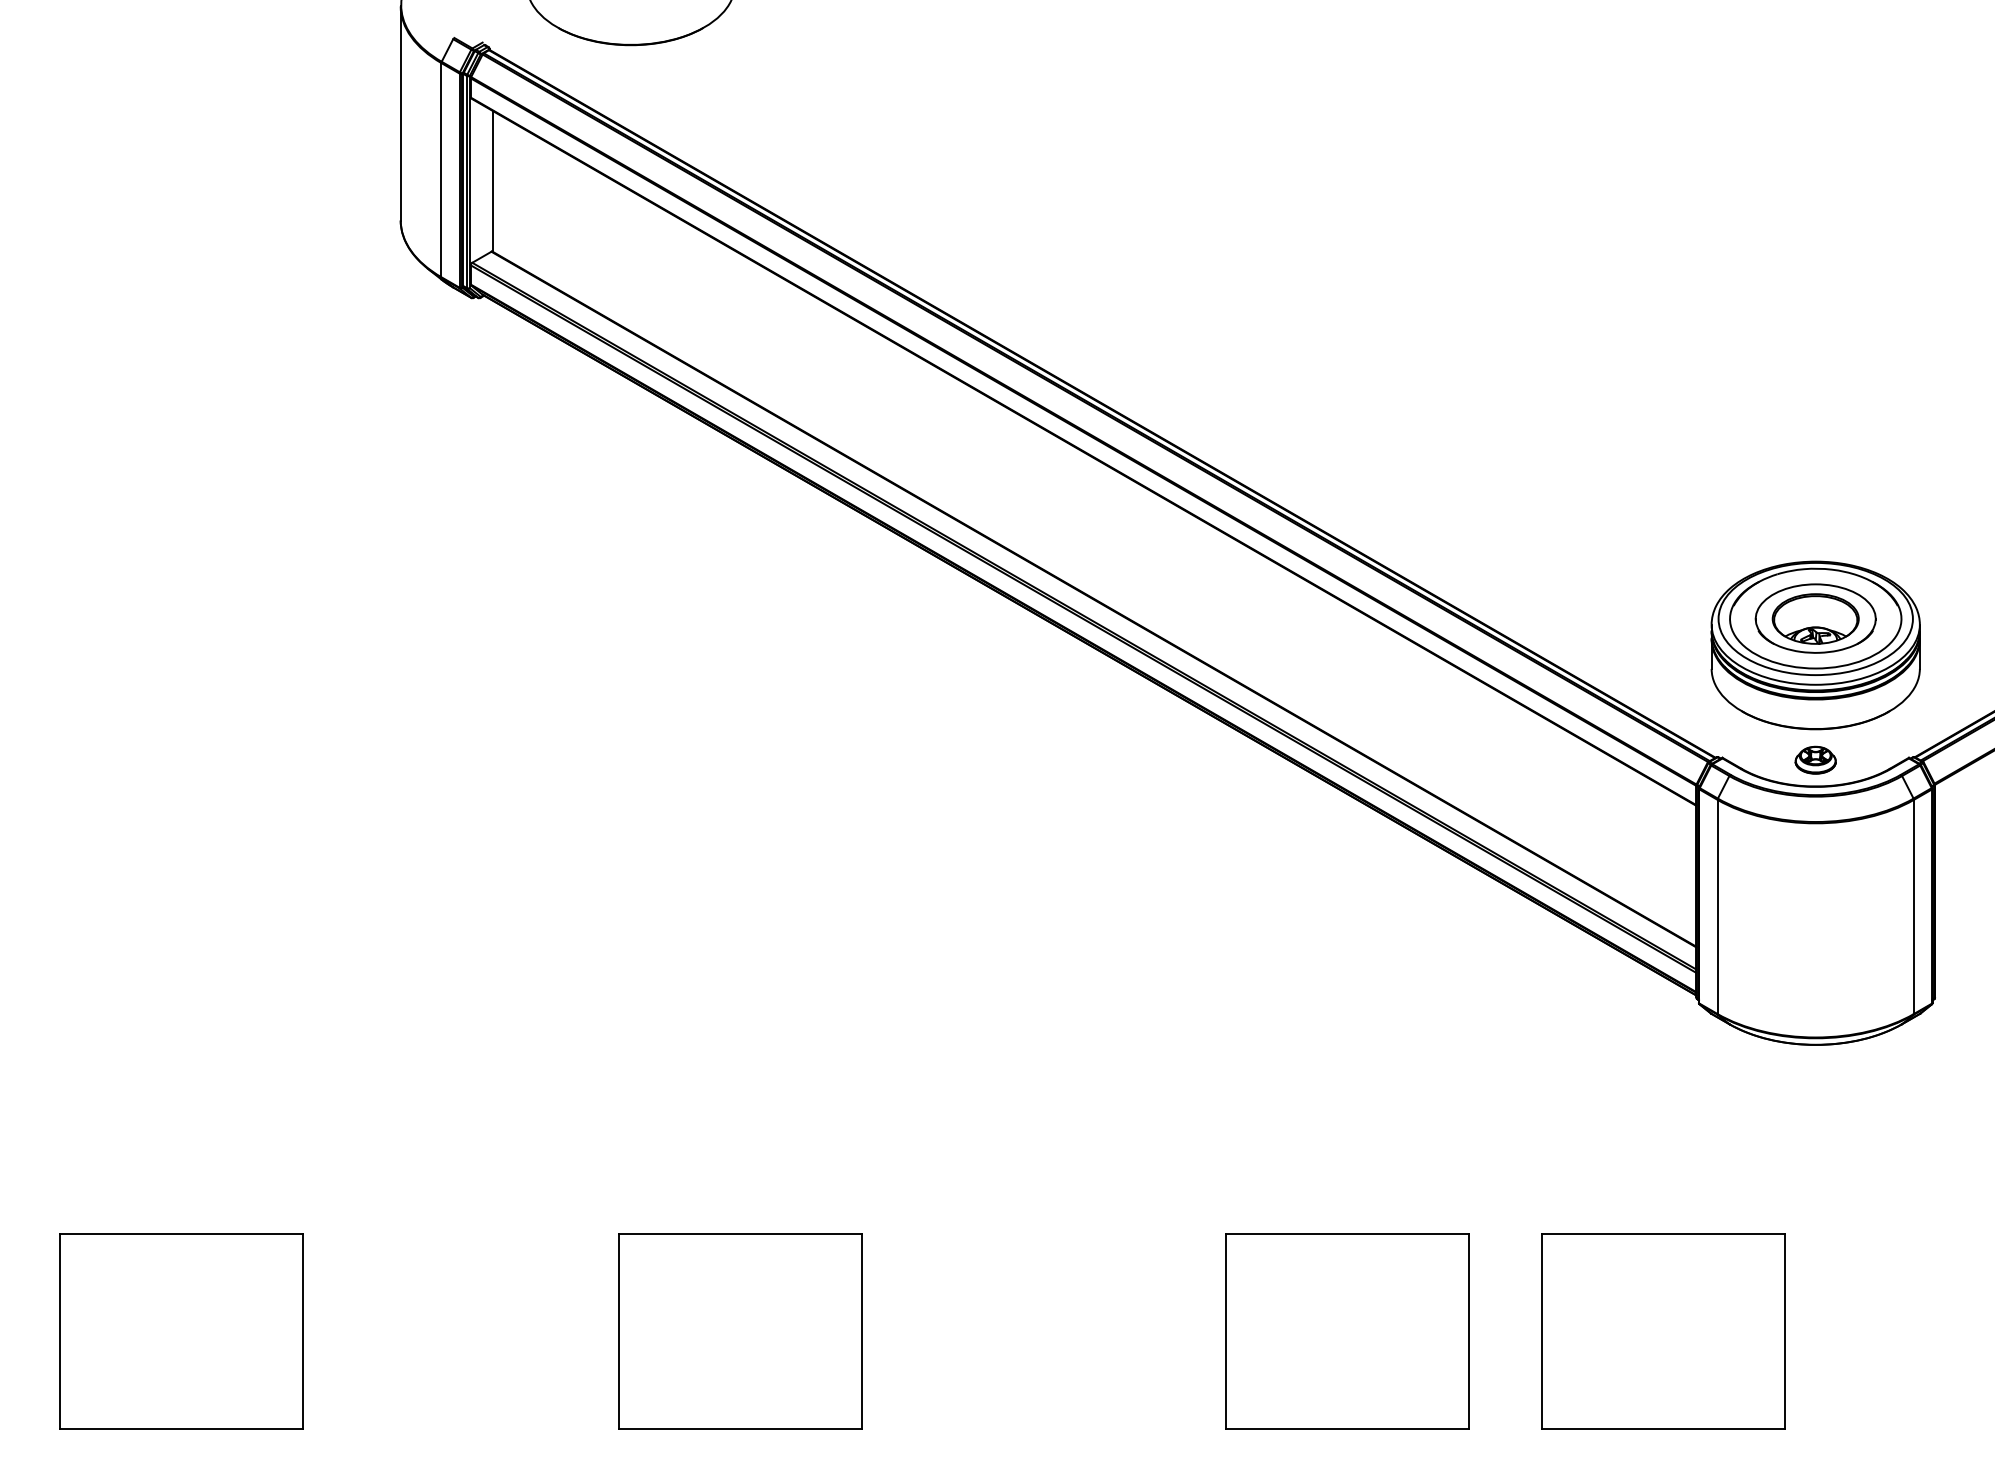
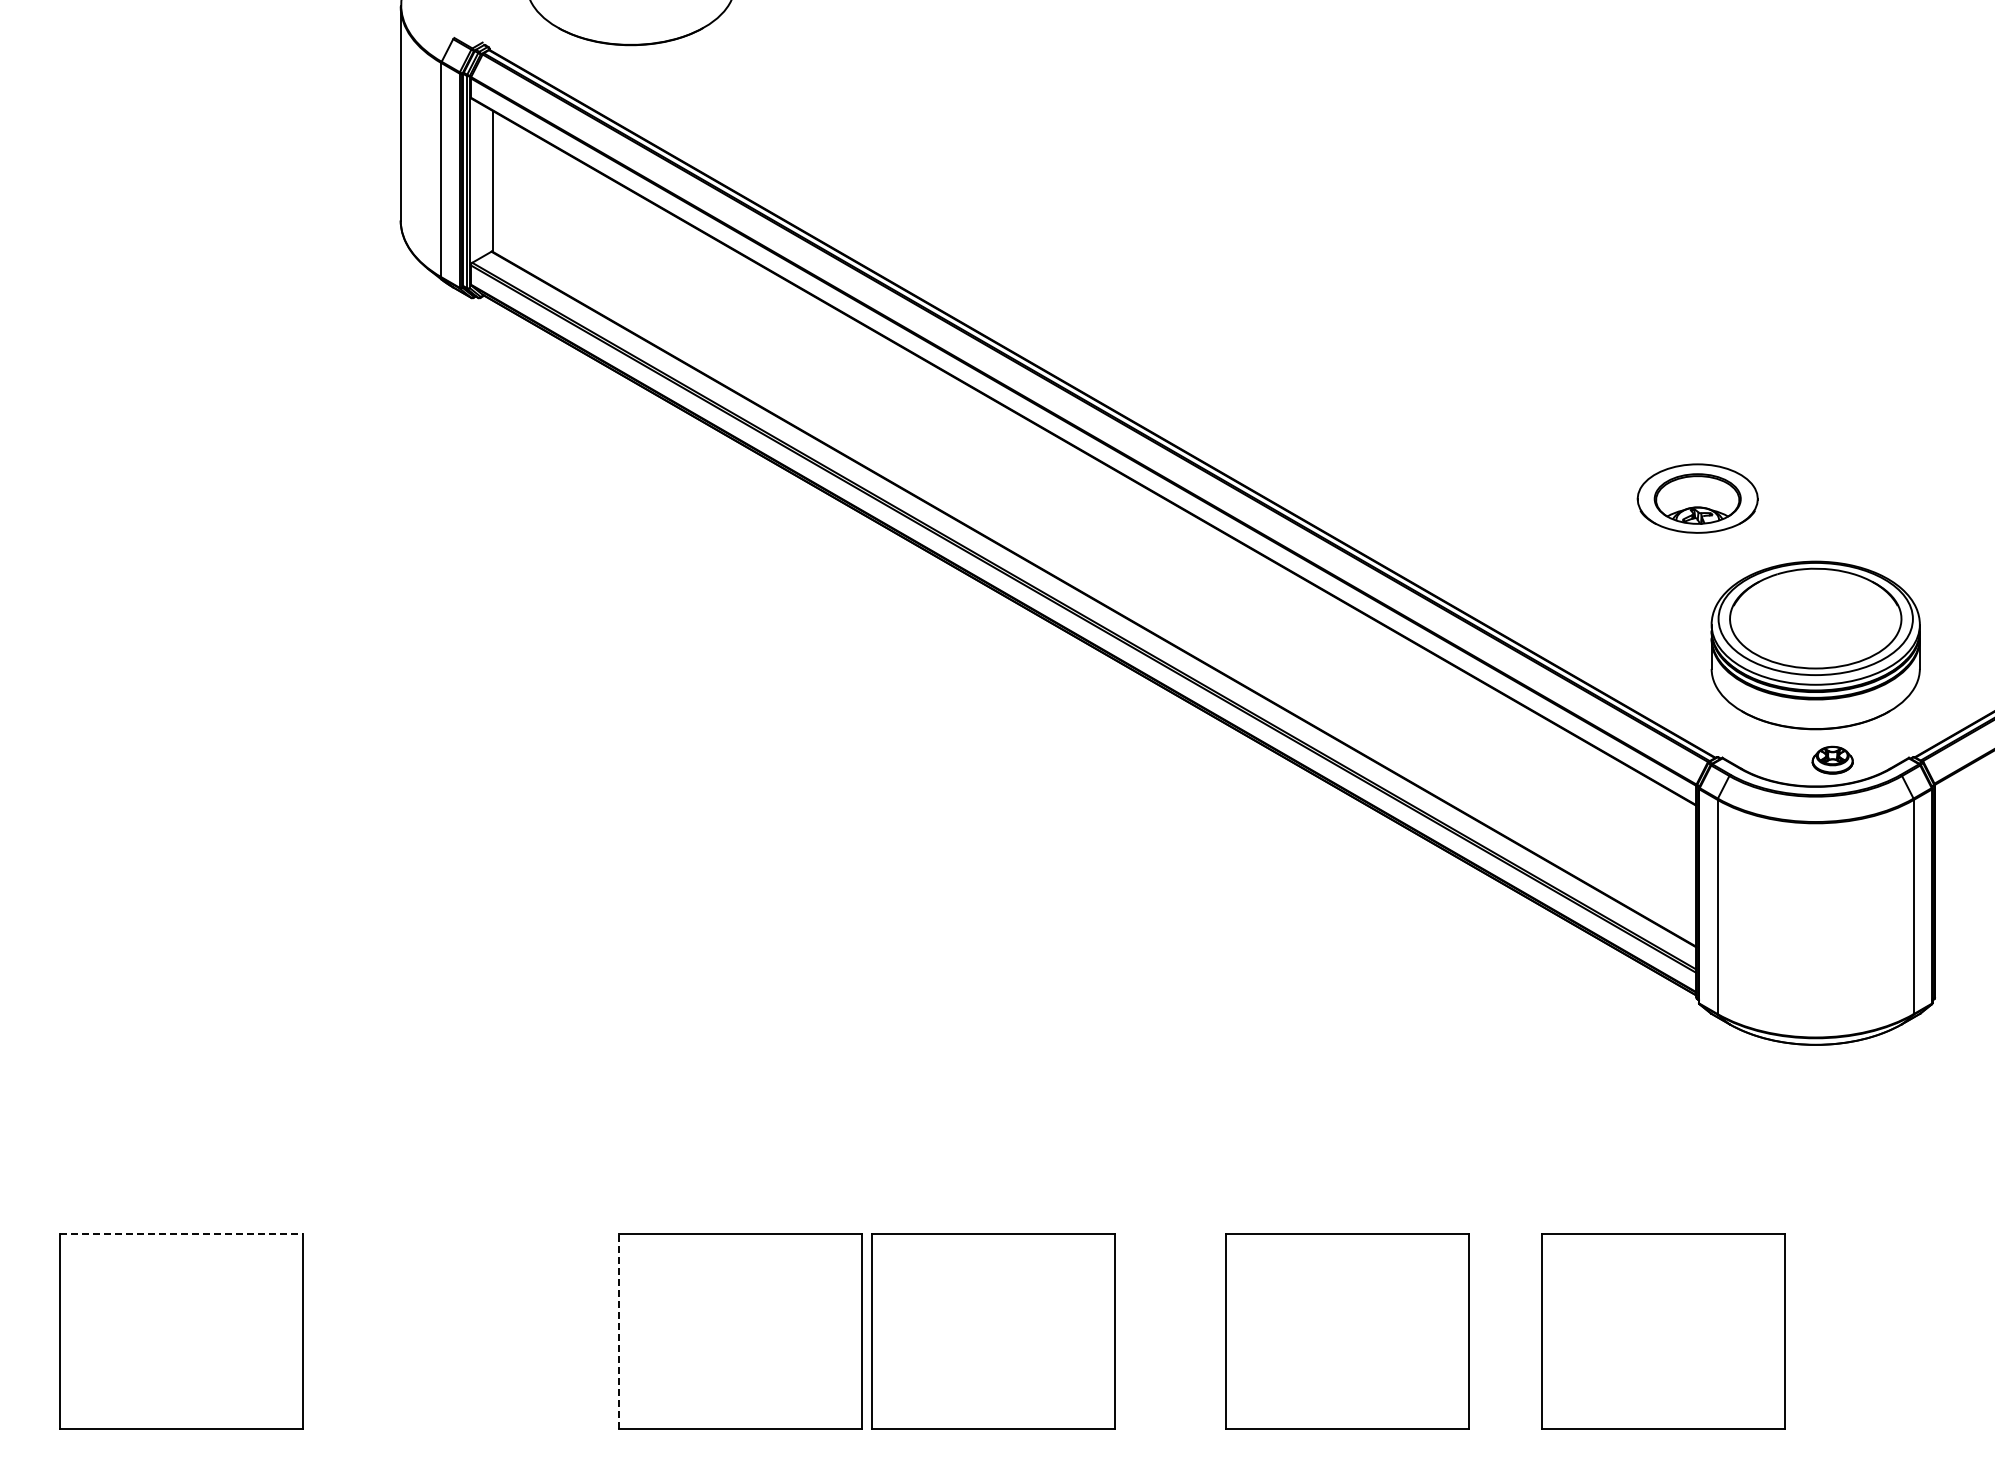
part at (1815, 618) position: (1815, 618) -> (1697, 498)
part at (1815, 759) position: (1815, 759) -> (1832, 759)
line at (181, 1234): solid -> dashed
line at (618, 1331): solid -> dashed
part at (993, 1331): none -> present
